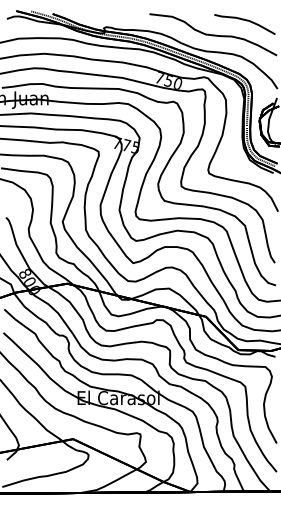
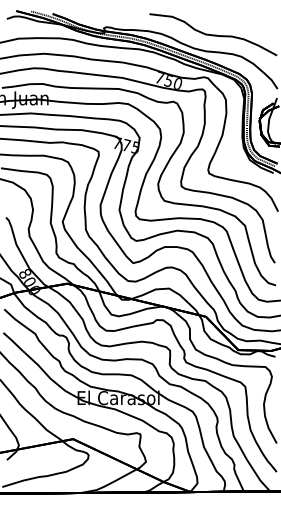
curve at (246, 21): present -> none
